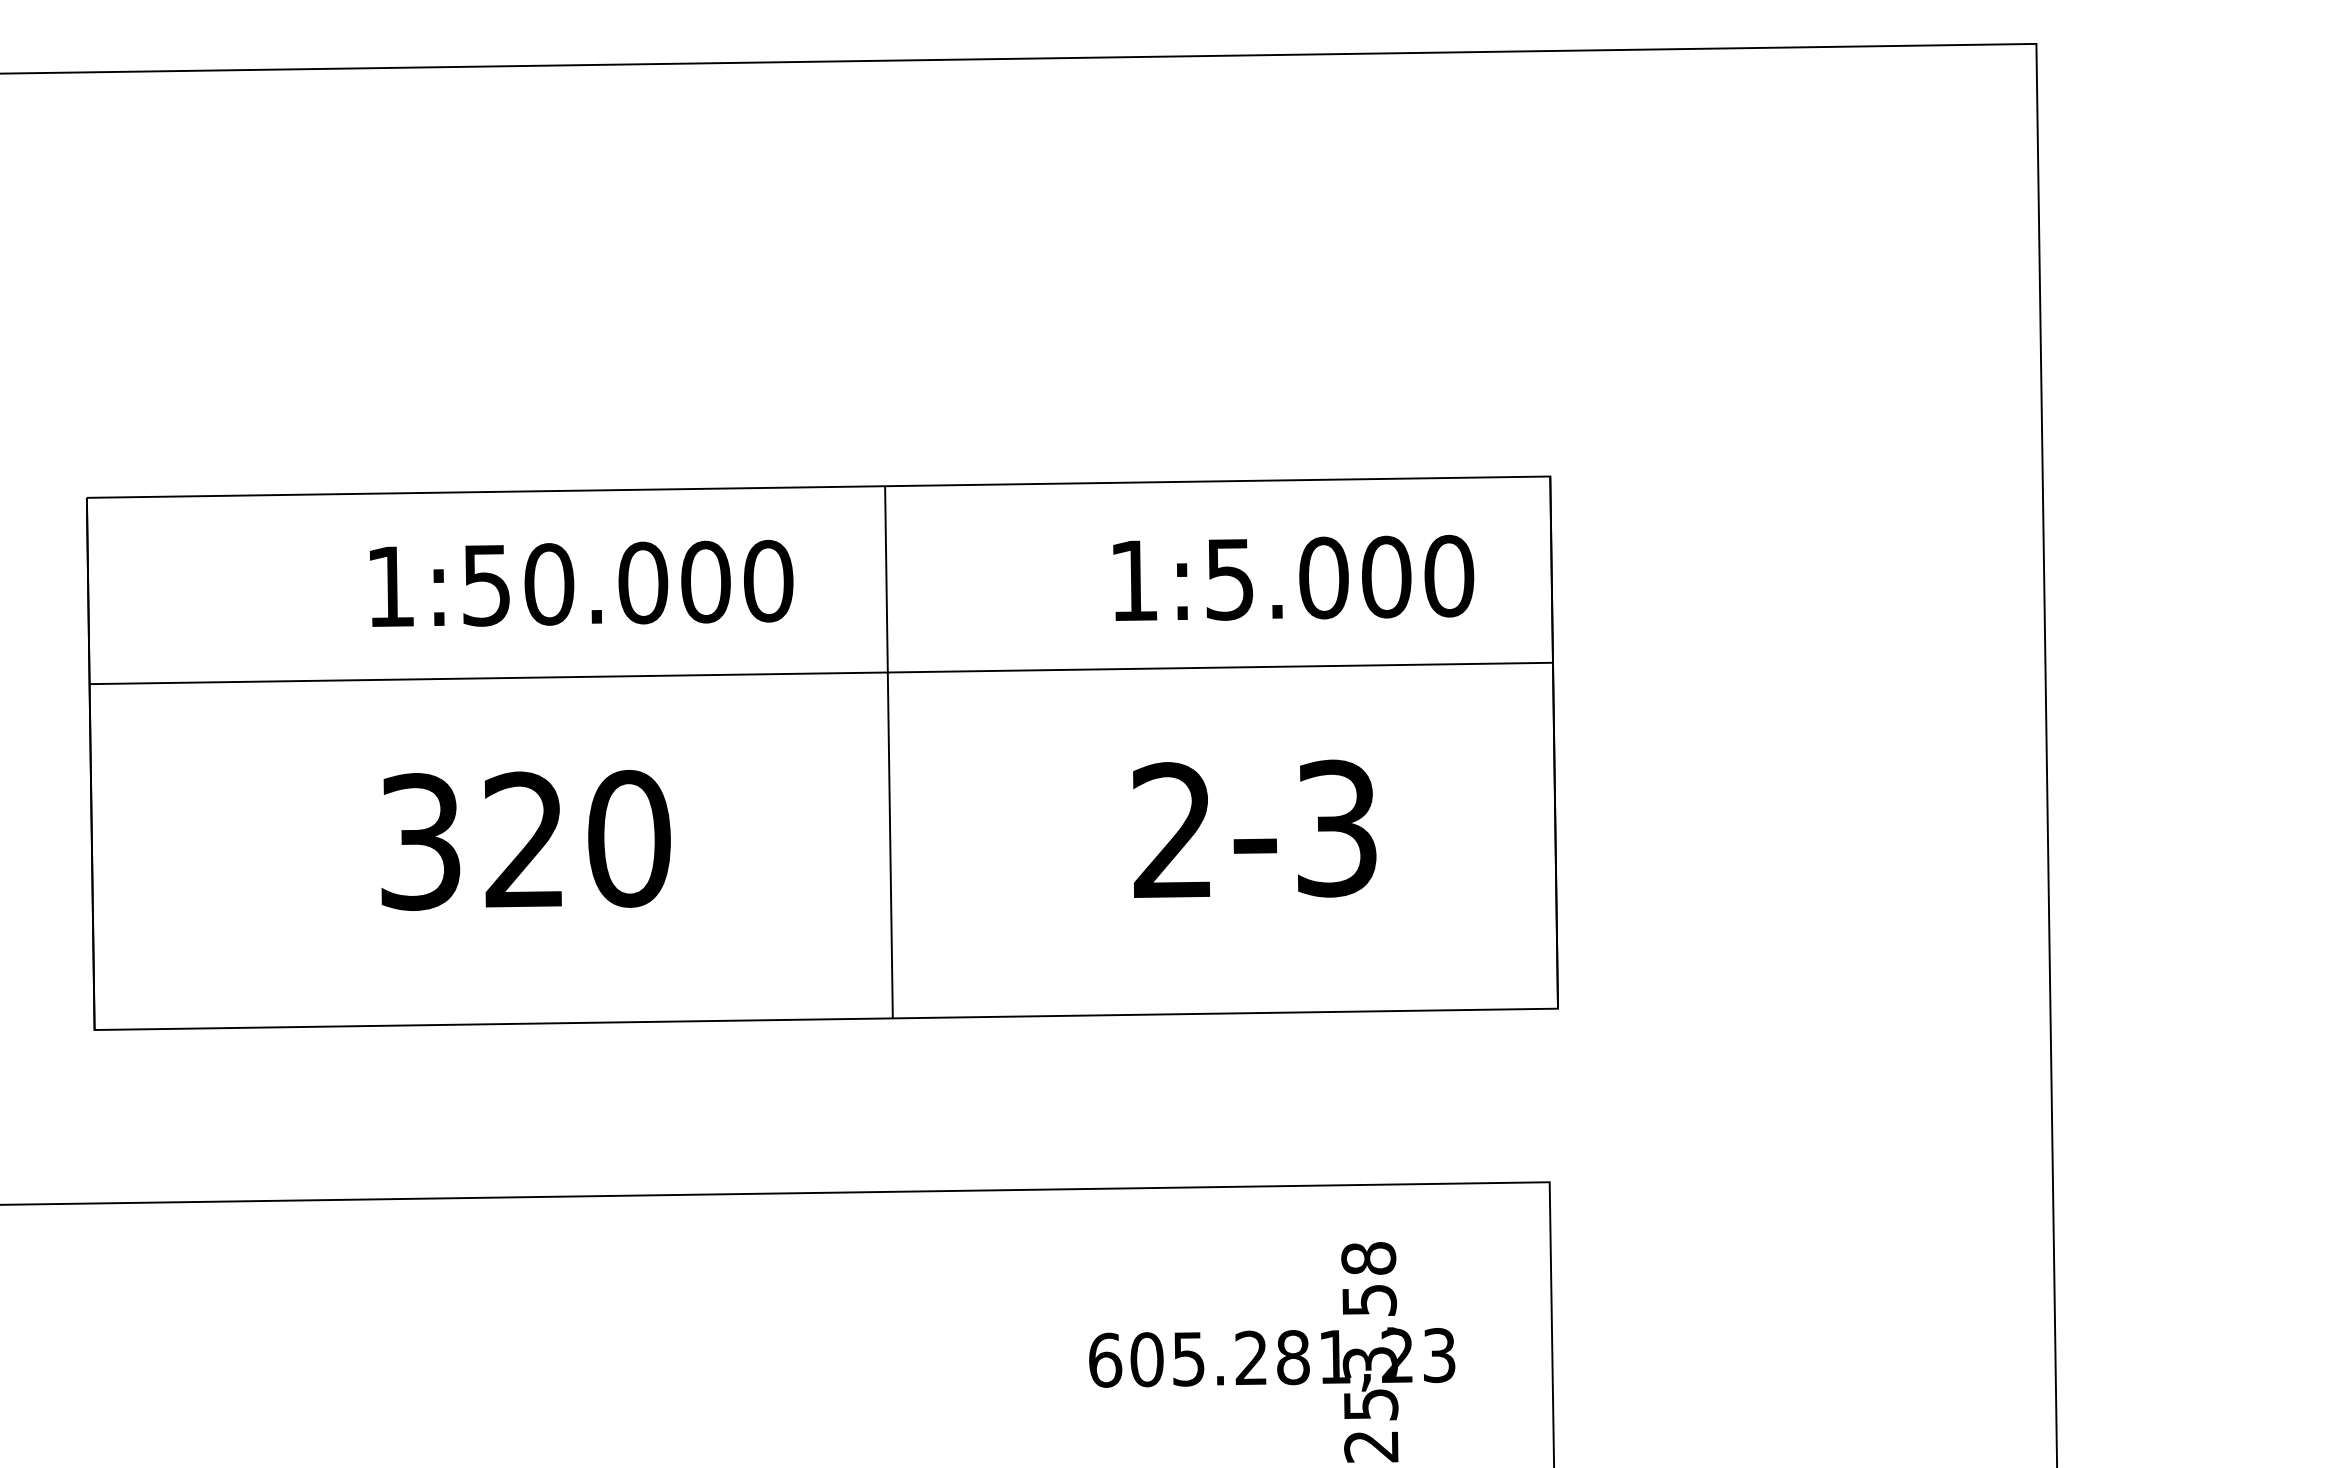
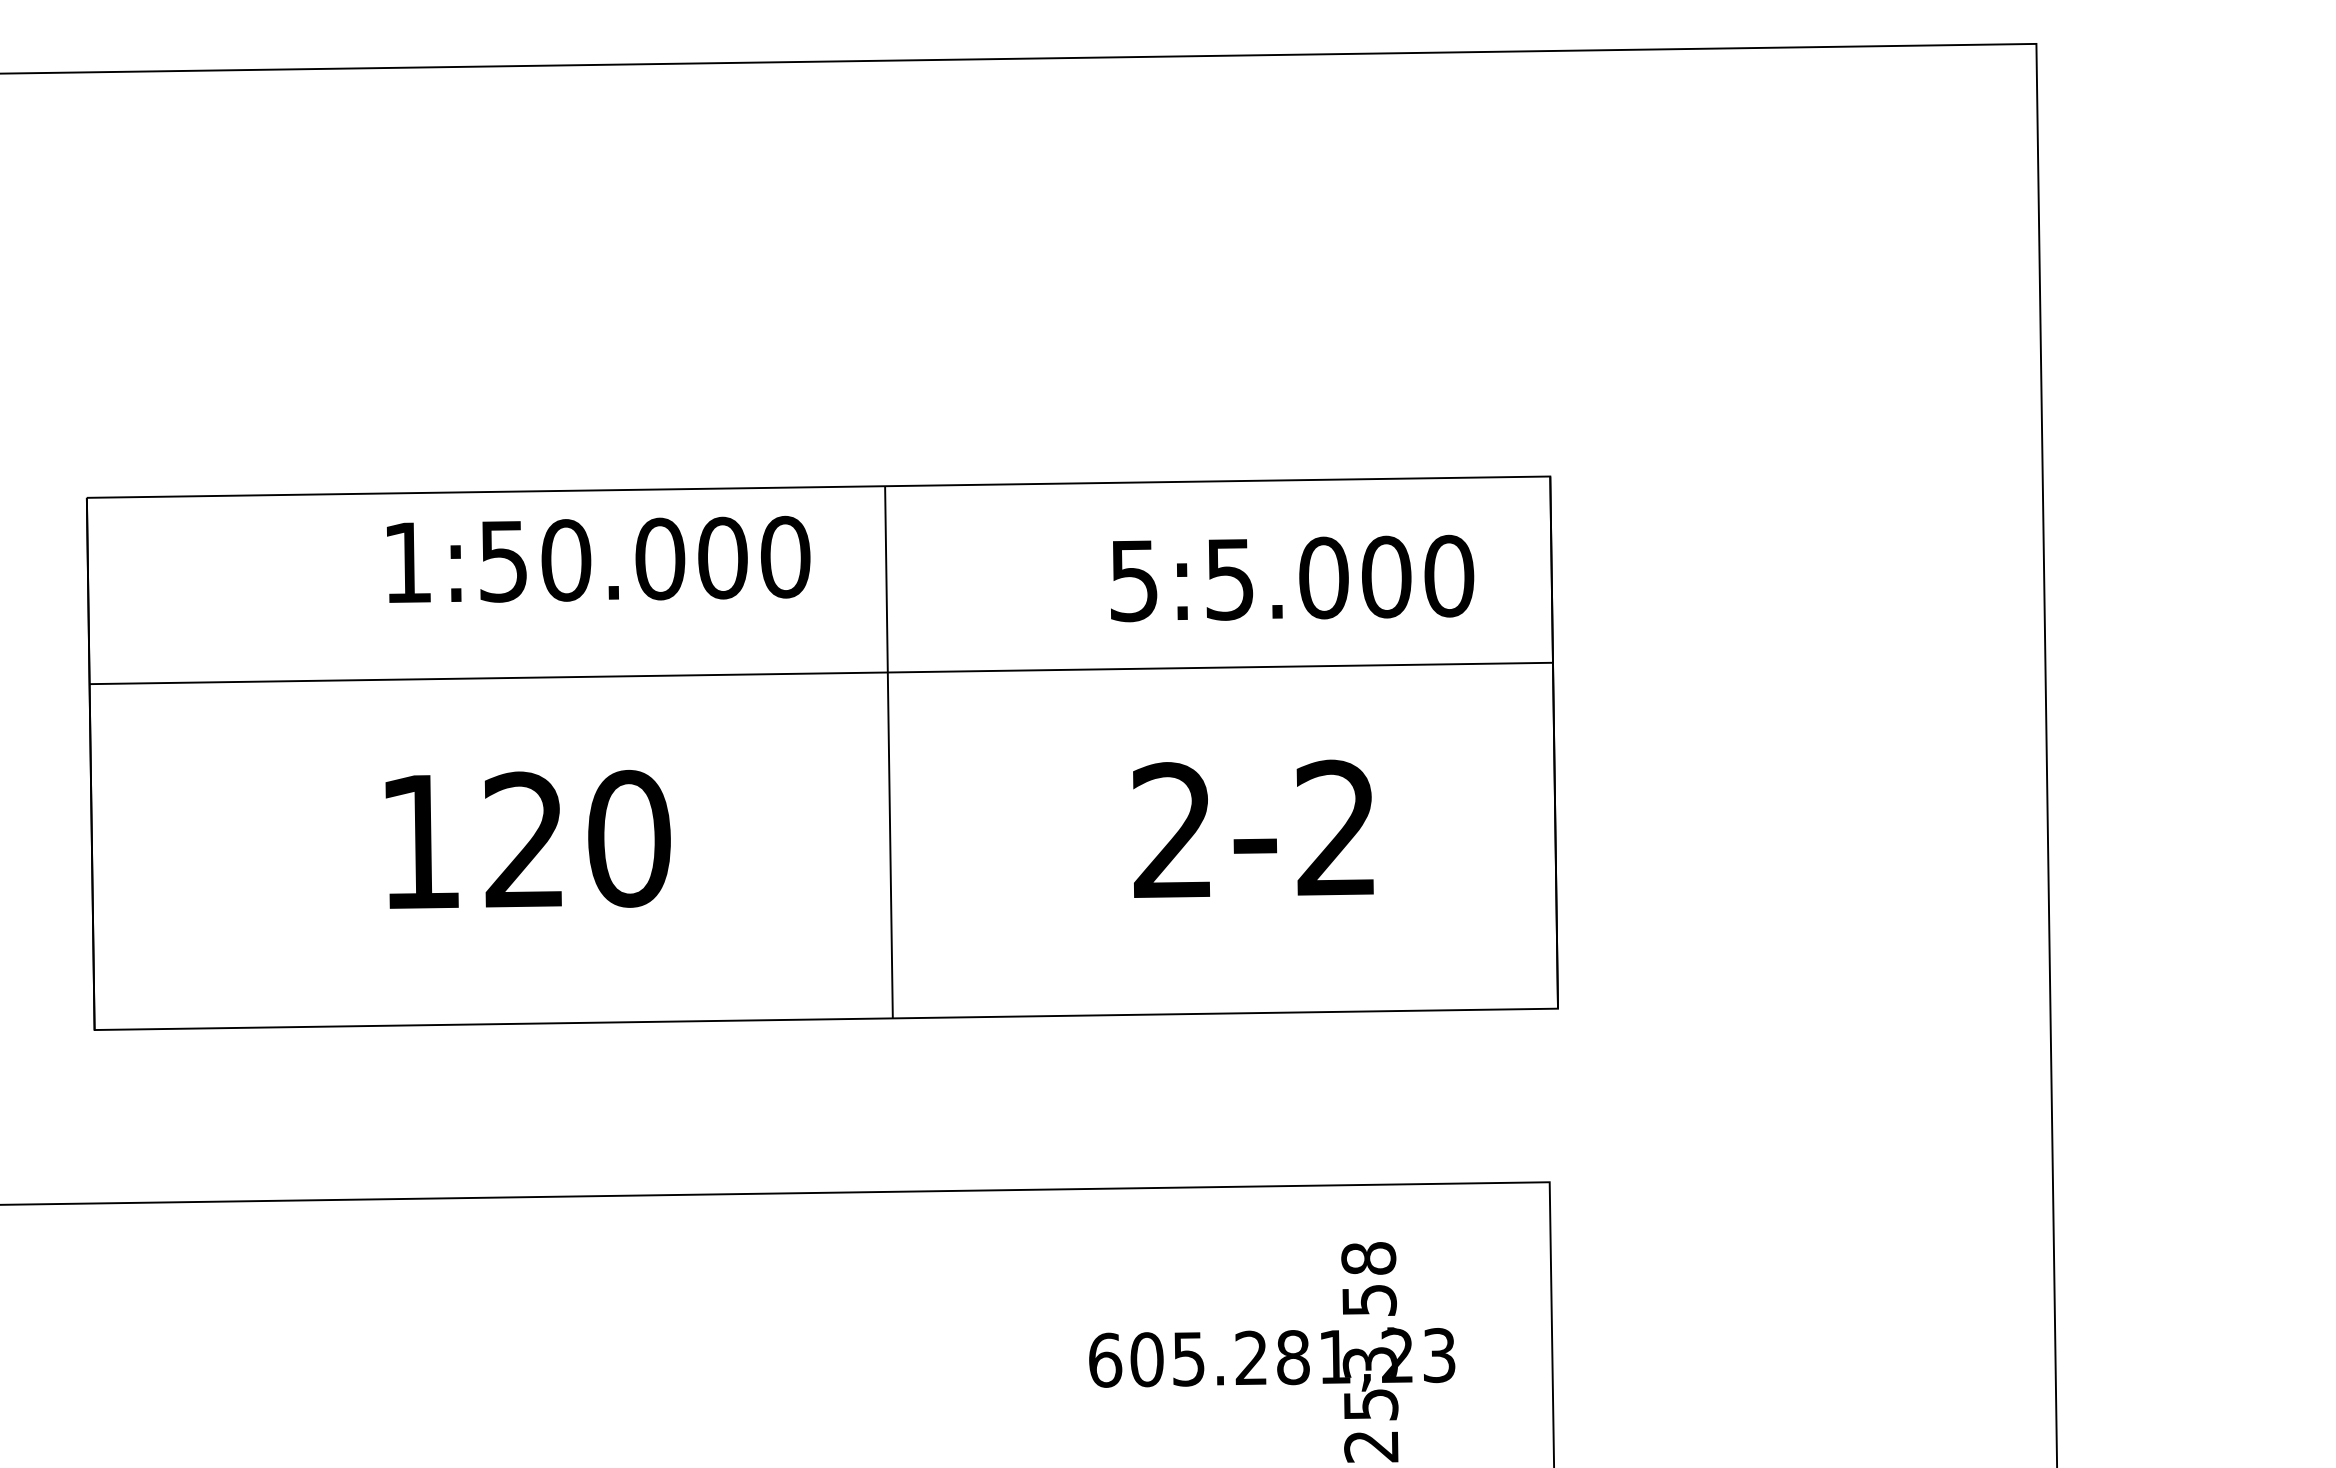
text at (1134, 581): 1:5.000 -> 5:5.000
text at (581, 582) position: (581, 582) -> (598, 558)
text at (1336, 828): 2-3 -> 2-2
text at (420, 841): 320 -> 120
